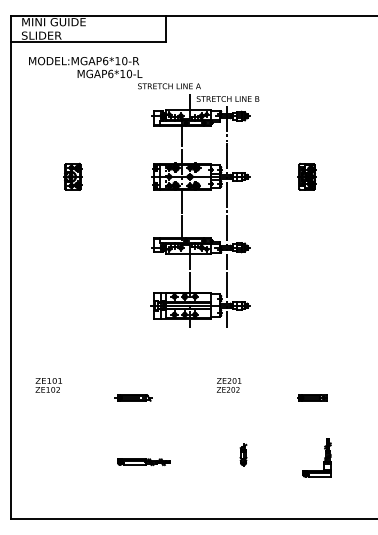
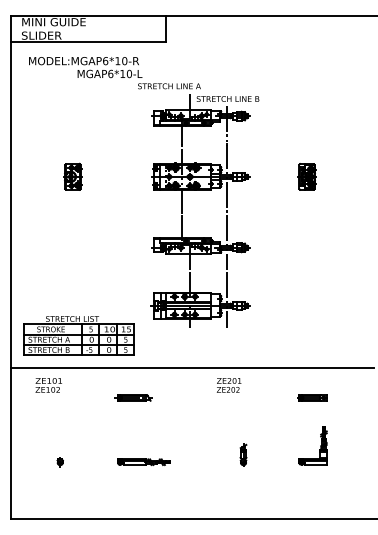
part at (78, 335): none -> present
line at (192, 368): none -> present
part at (324, 457) position: (324, 457) -> (320, 445)
part at (59, 462): none -> present
